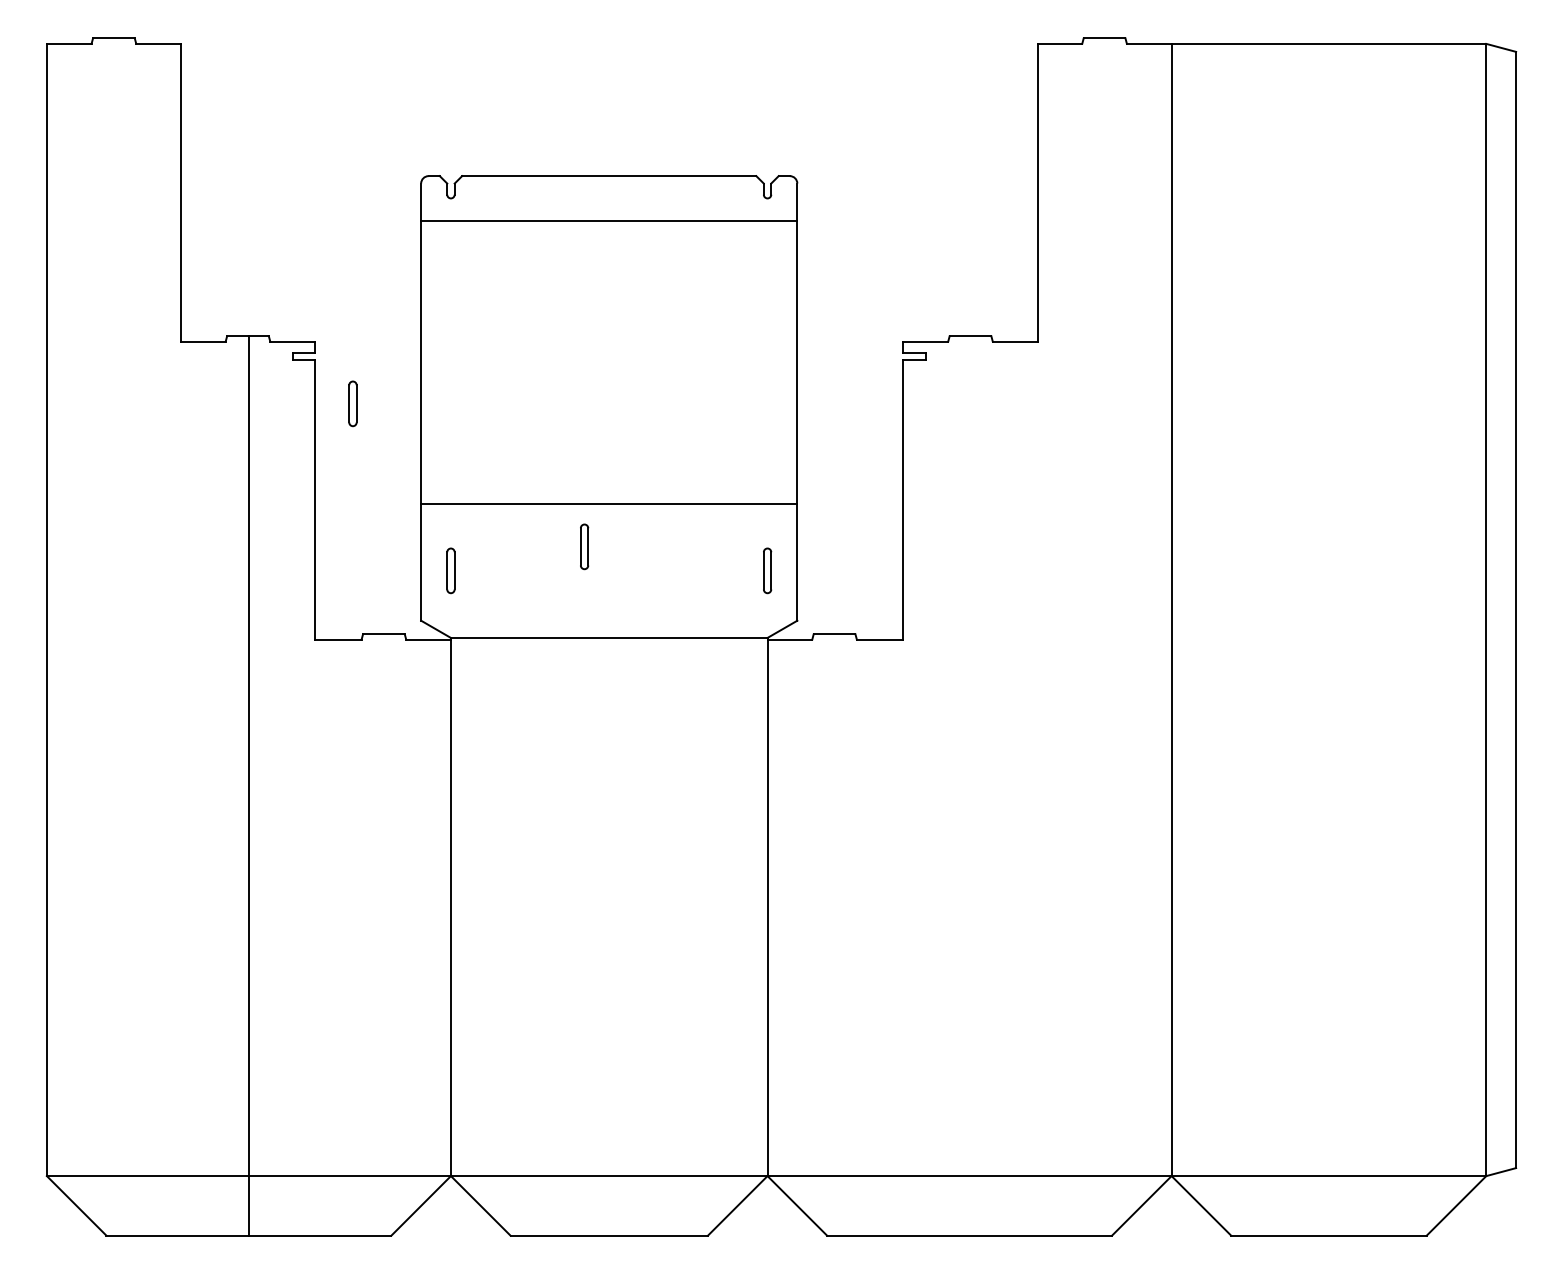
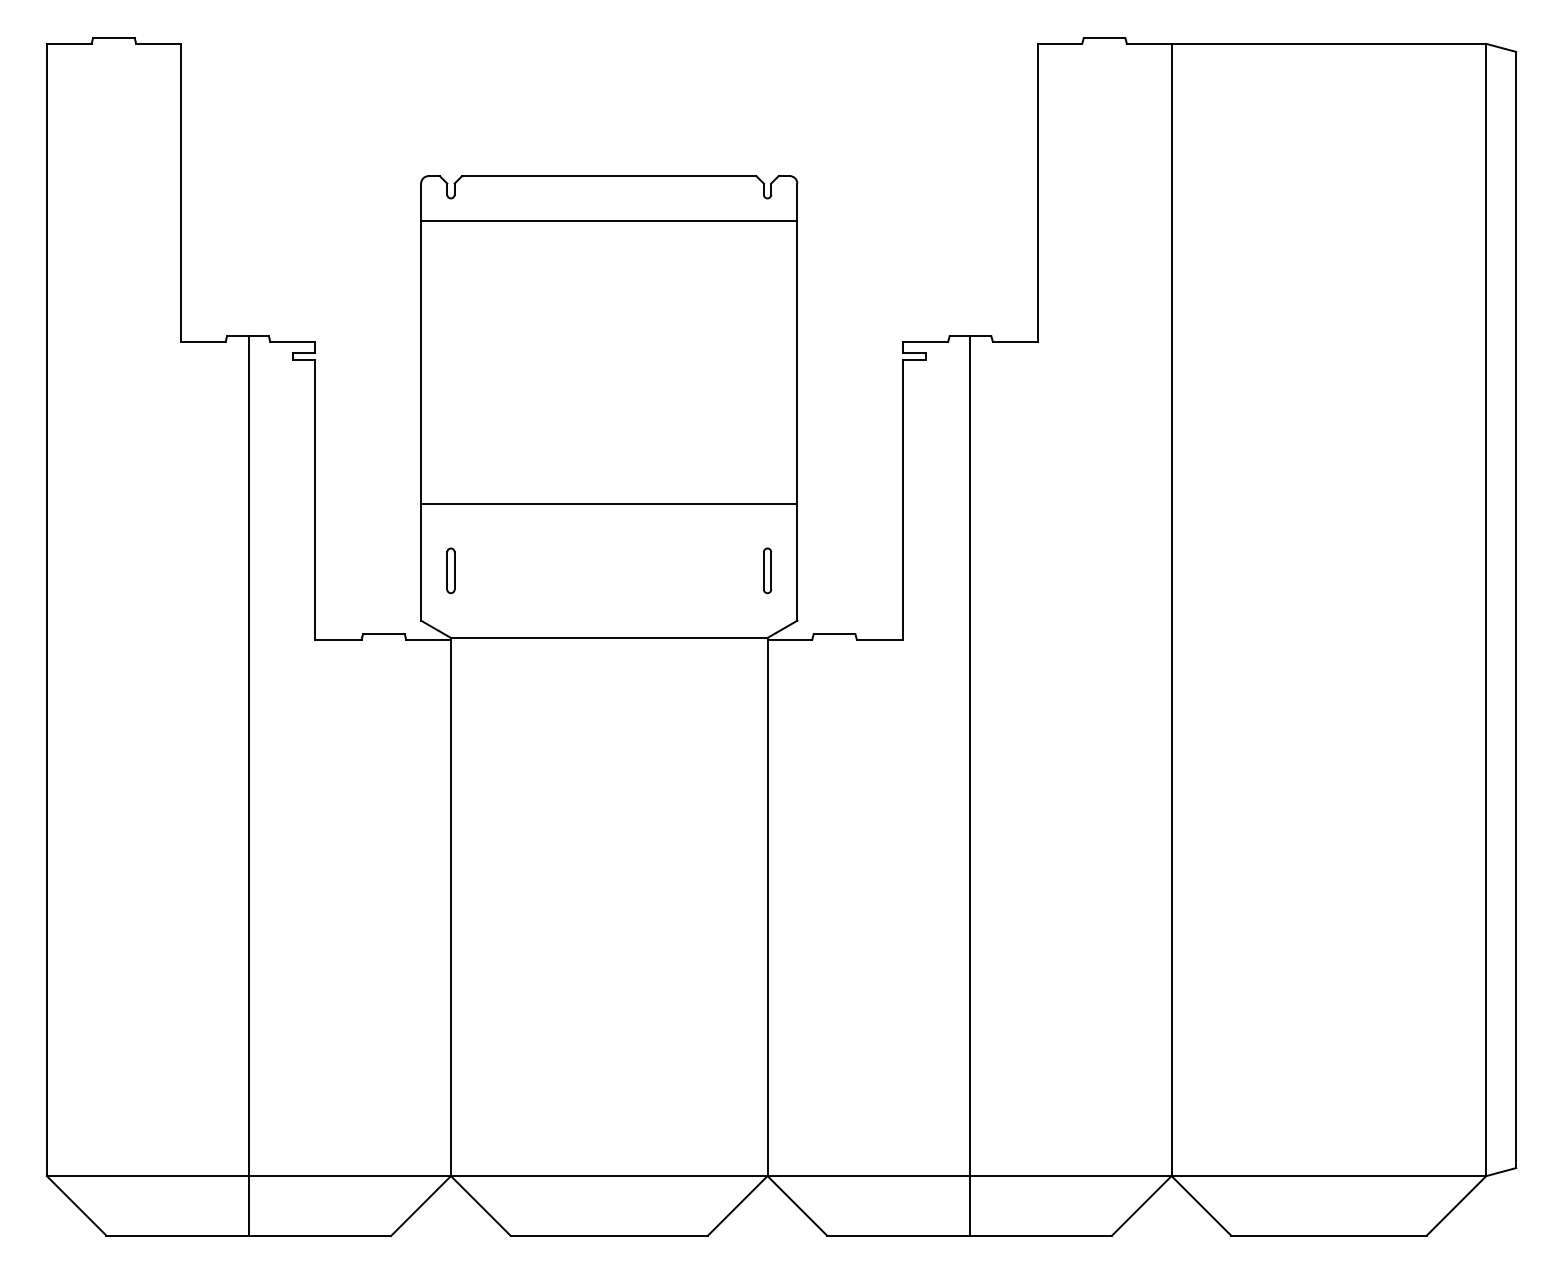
part at (352, 403): present -> none
part at (584, 546): present -> none
line at (969, 785): none -> present
